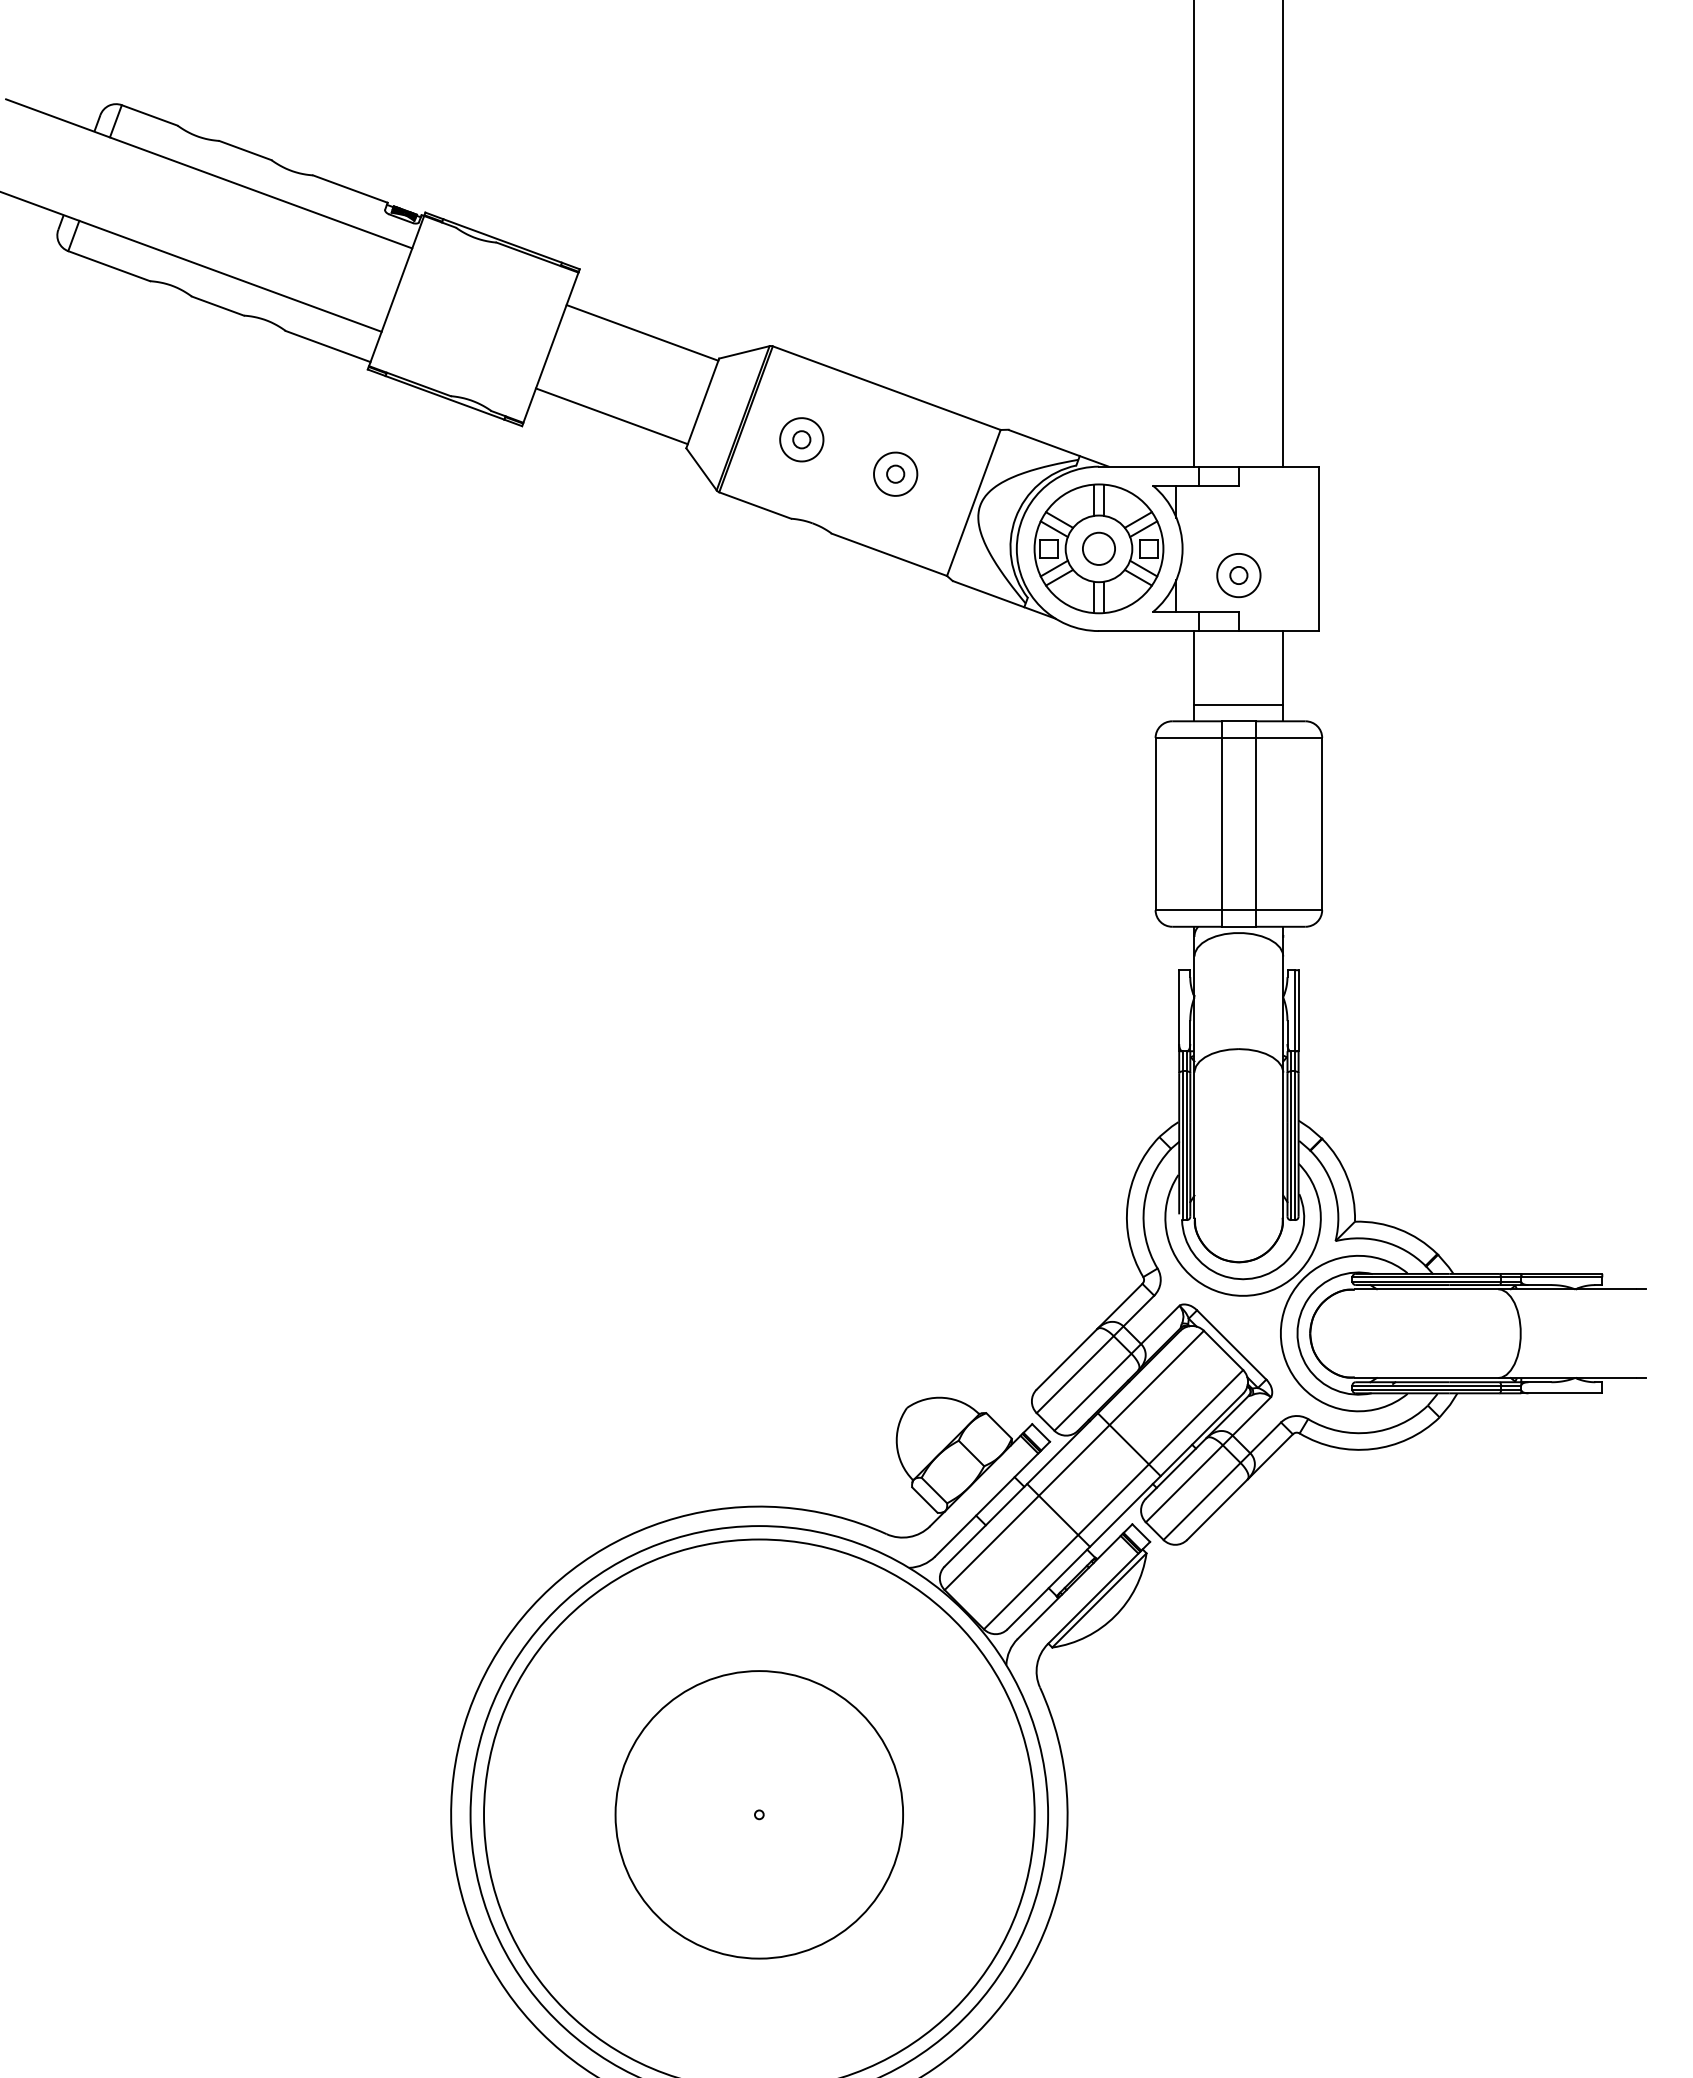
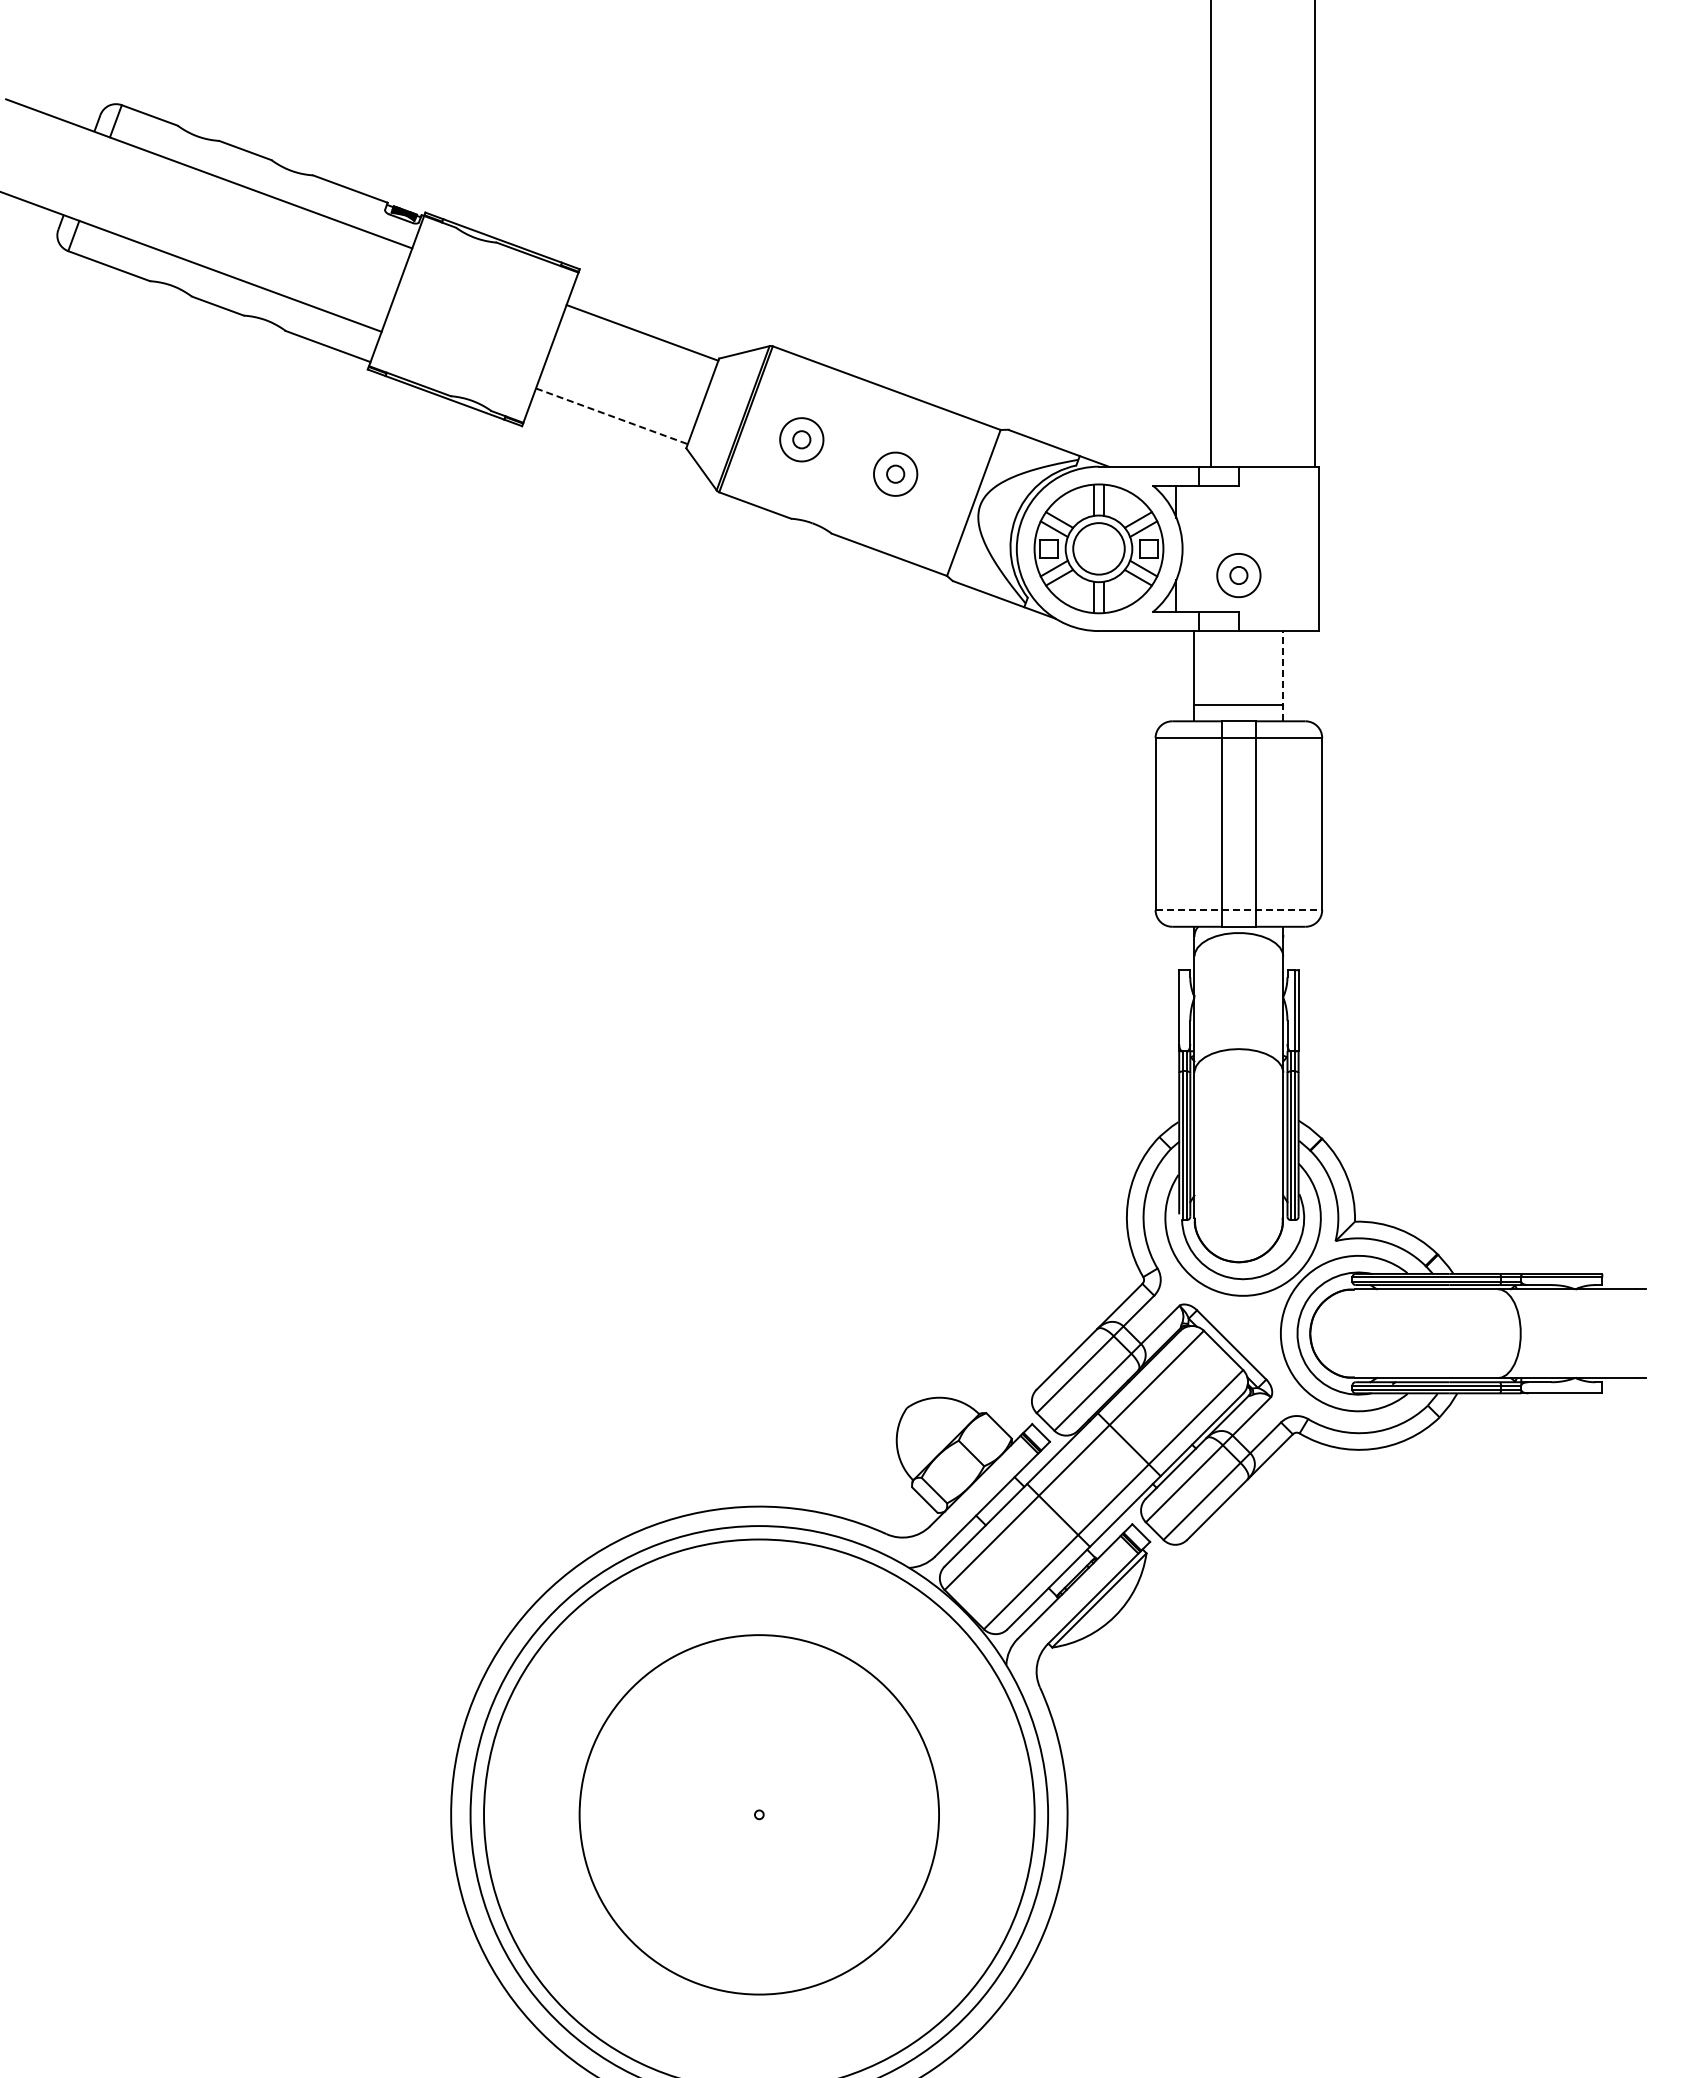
line at (1194, 234) position: (1194, 234) -> (1211, 234)
line at (1283, 234) position: (1283, 234) -> (1315, 234)
line at (611, 416): solid -> dashed
circle at (1098, 548) diameter: 32 px -> 52 px
line at (1283, 675): solid -> dashed
line at (1239, 910): solid -> dashed
circle at (759, 1814) diameter: 288 px -> 359 px
